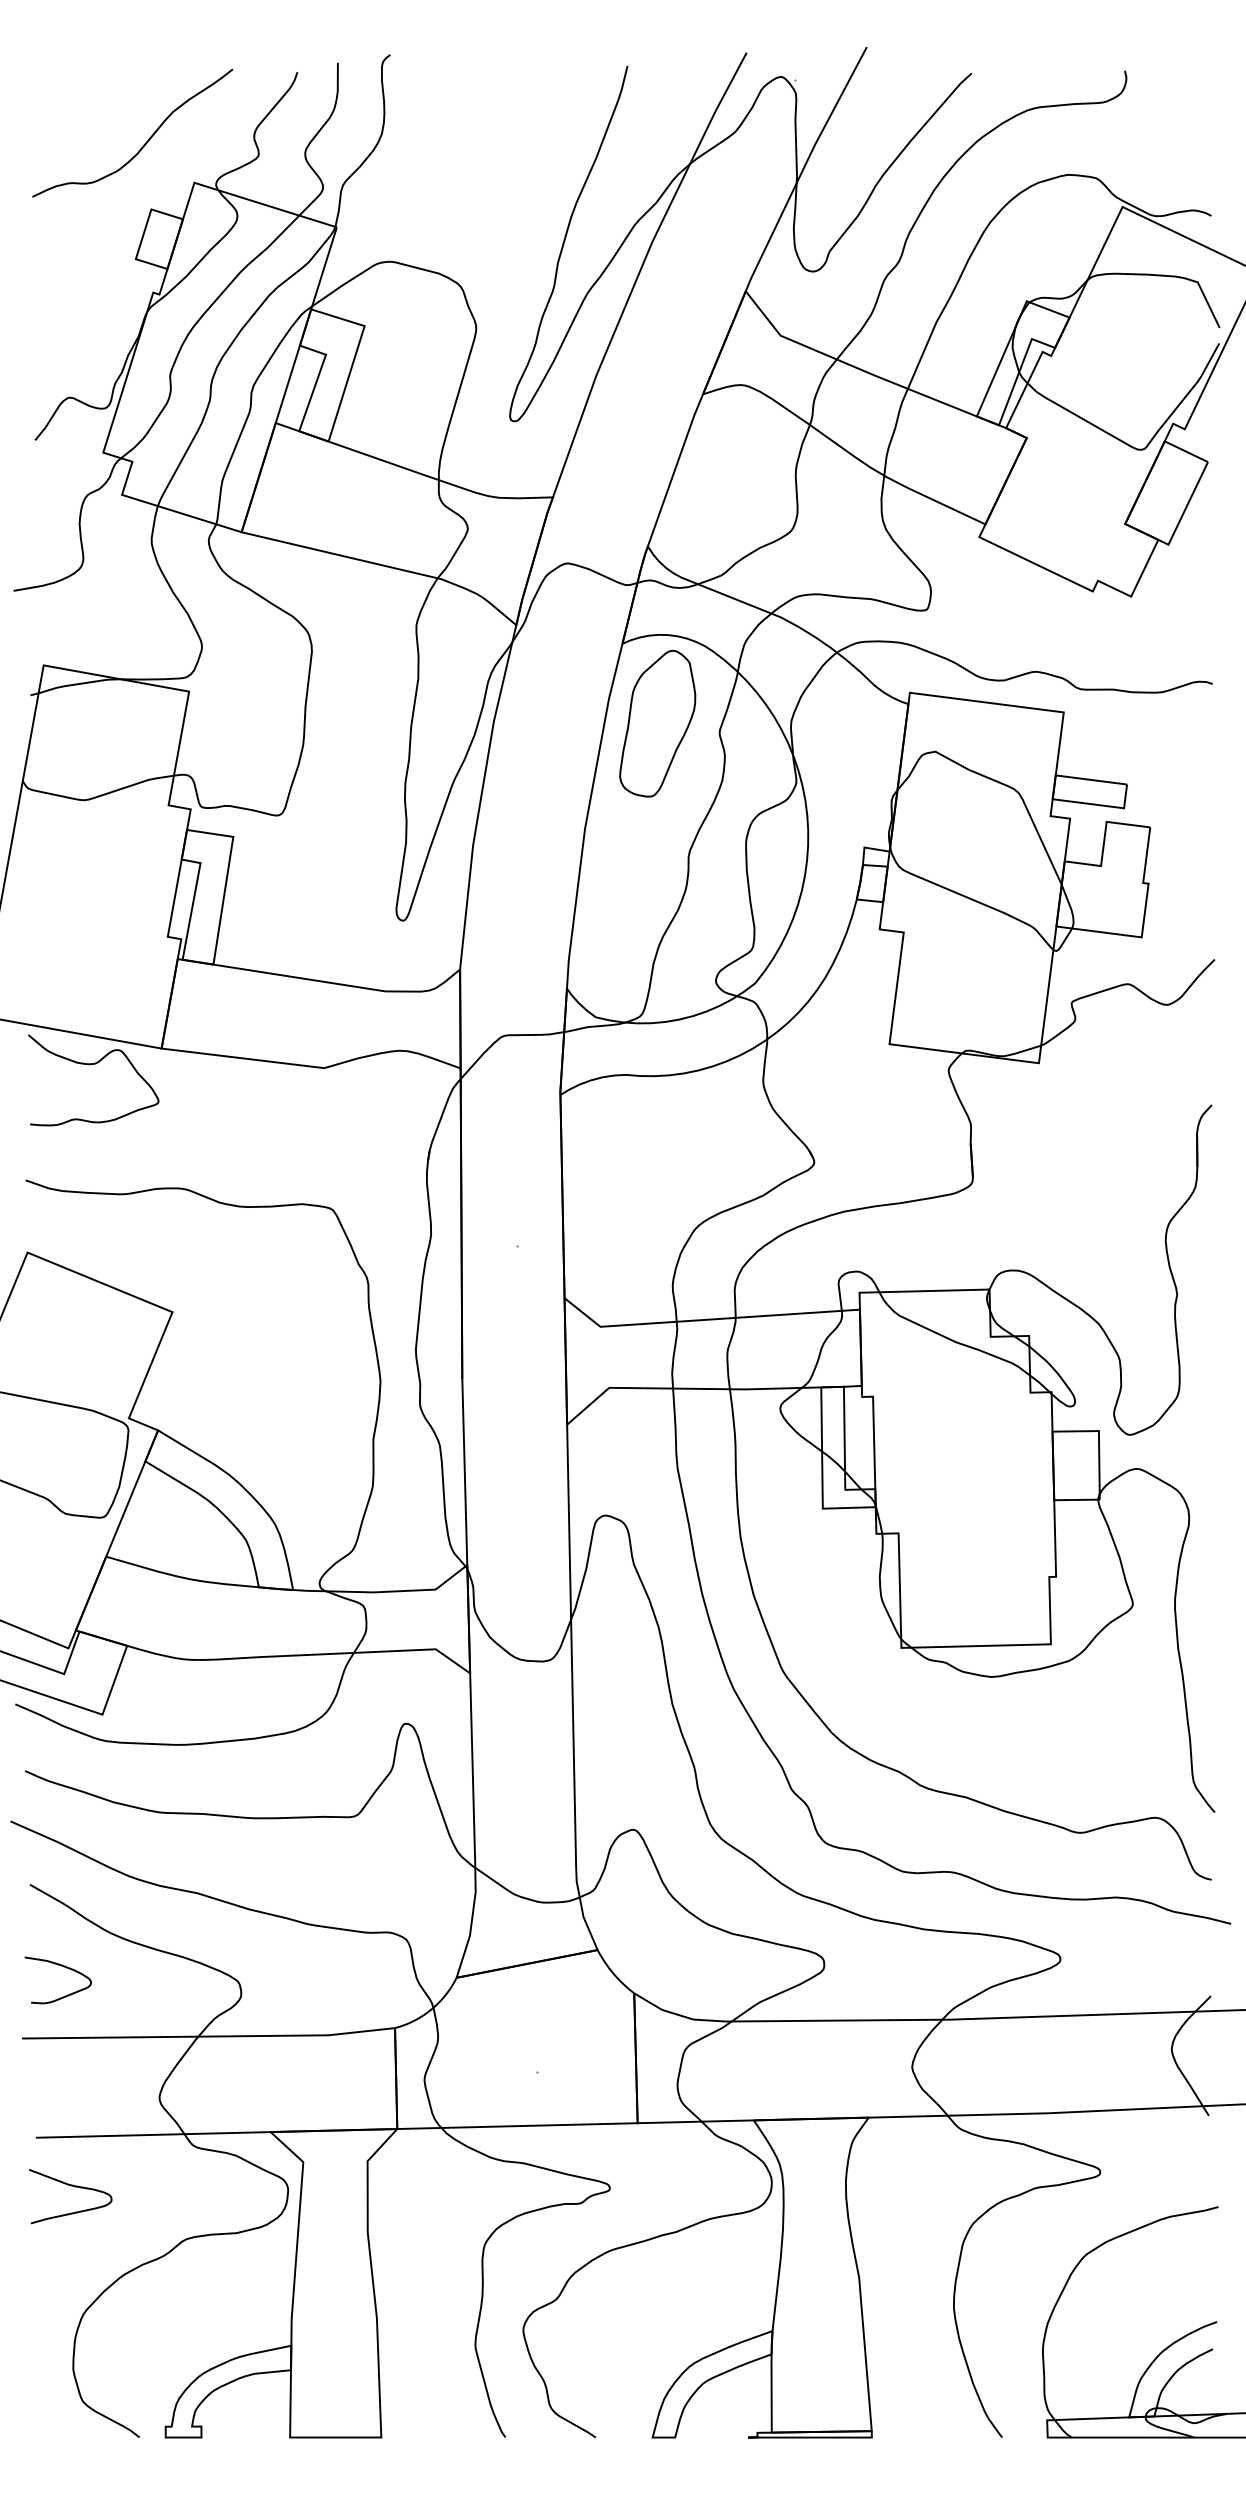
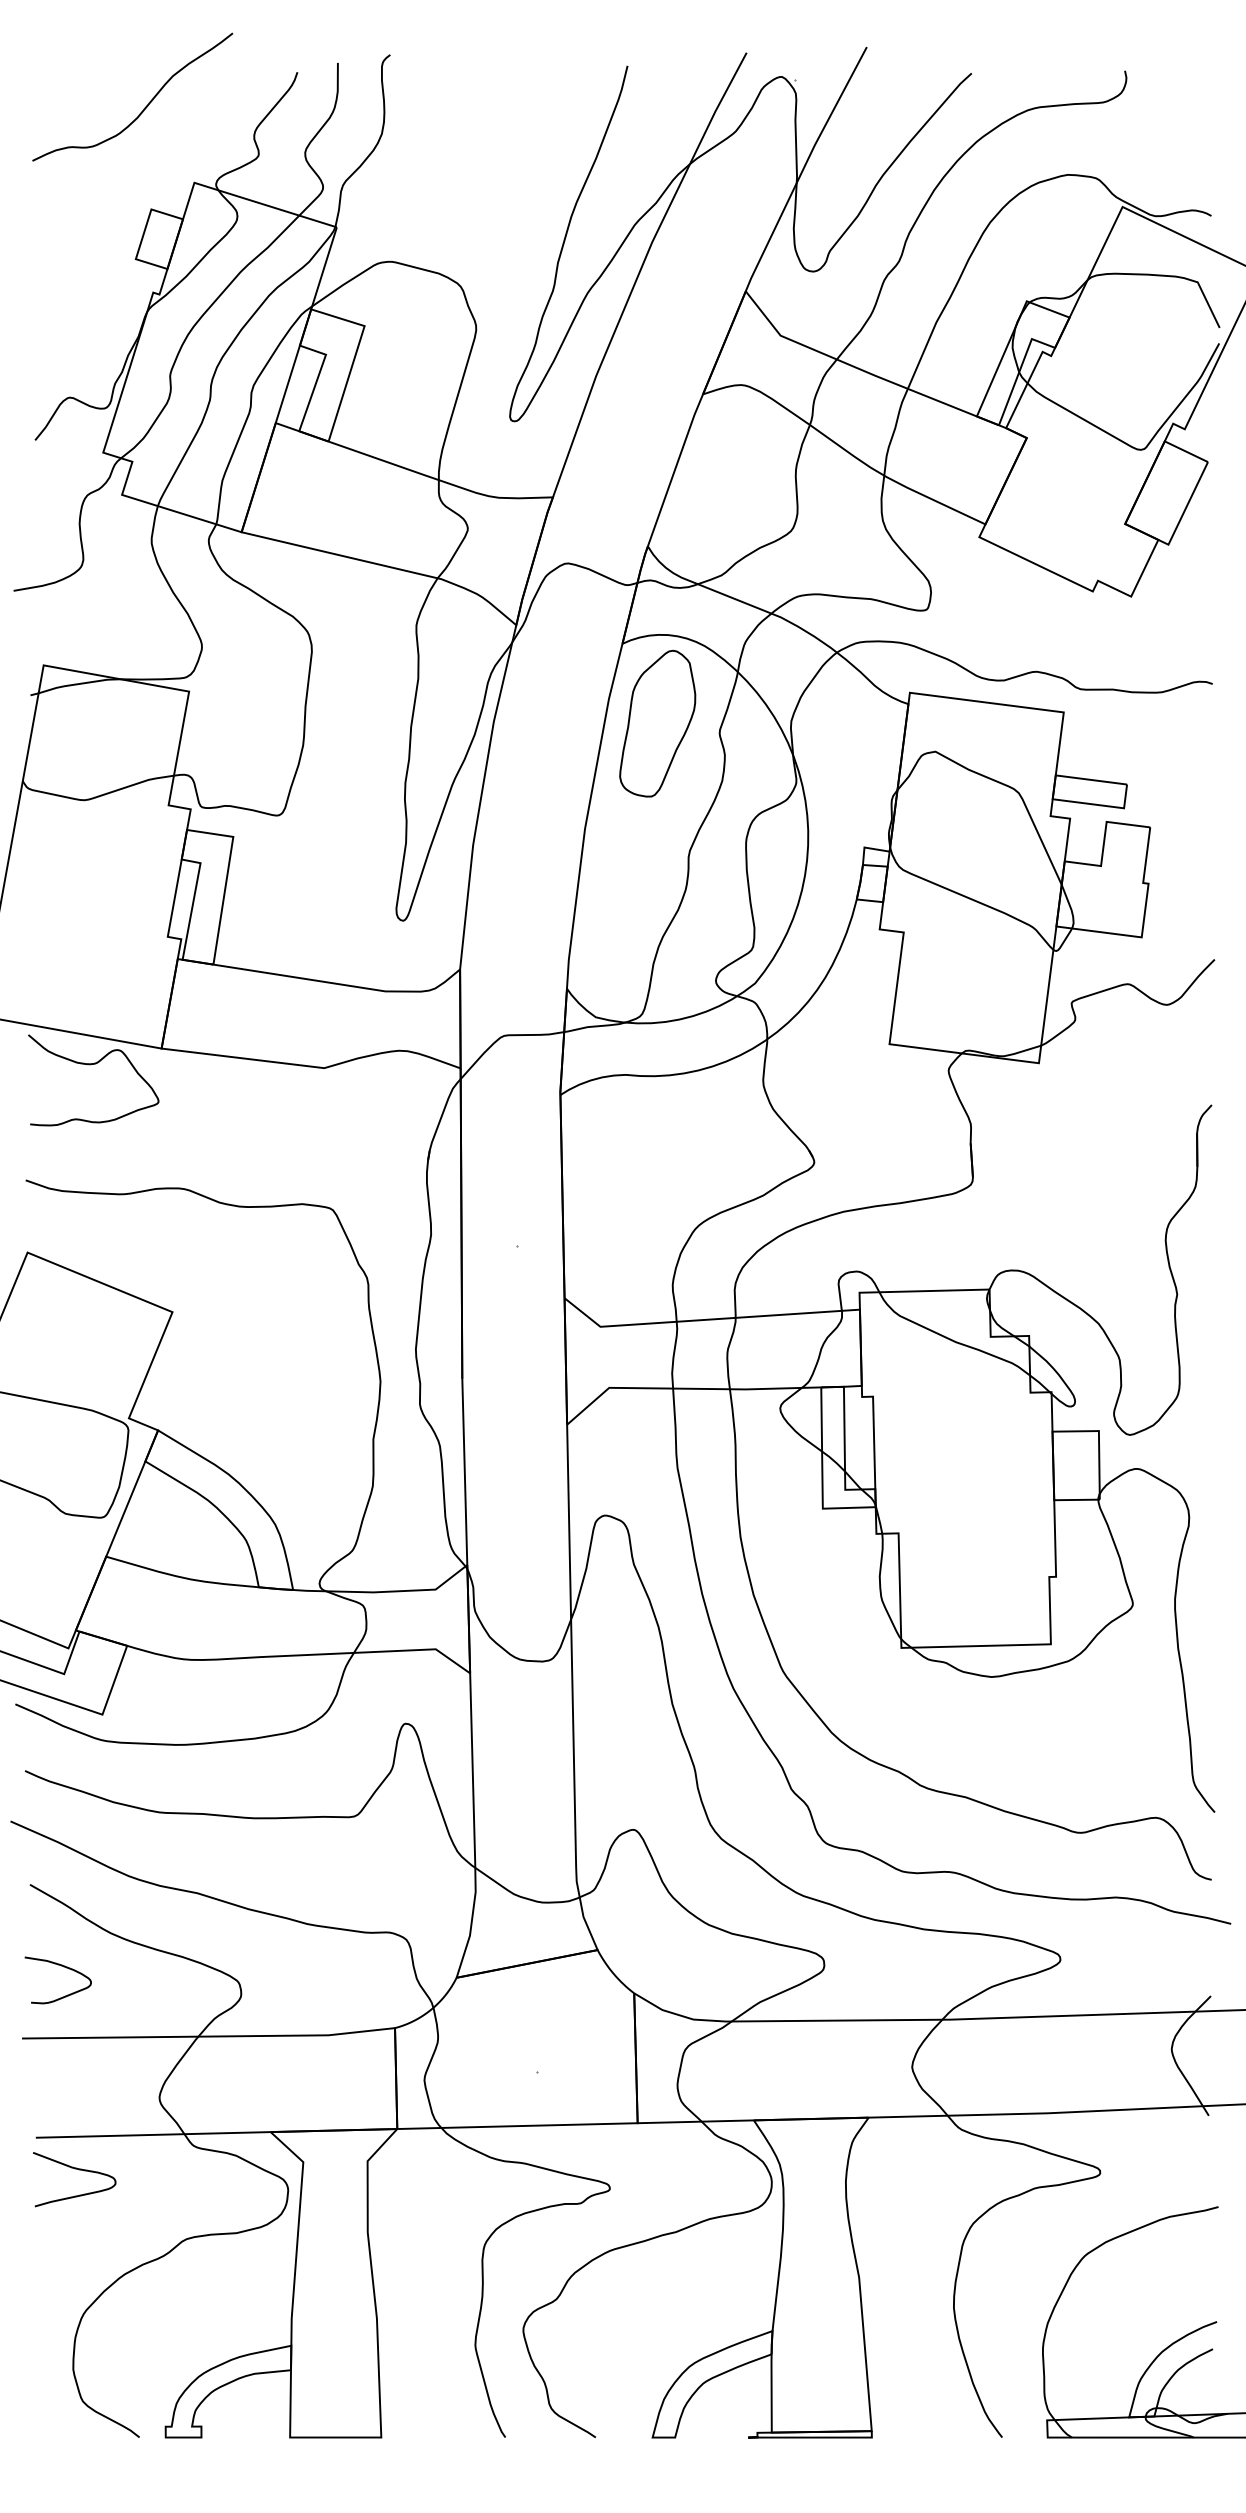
curve at (144, 143) position: (144, 143) -> (144, 107)
curve at (70, 2186) position: (70, 2186) -> (74, 2169)
